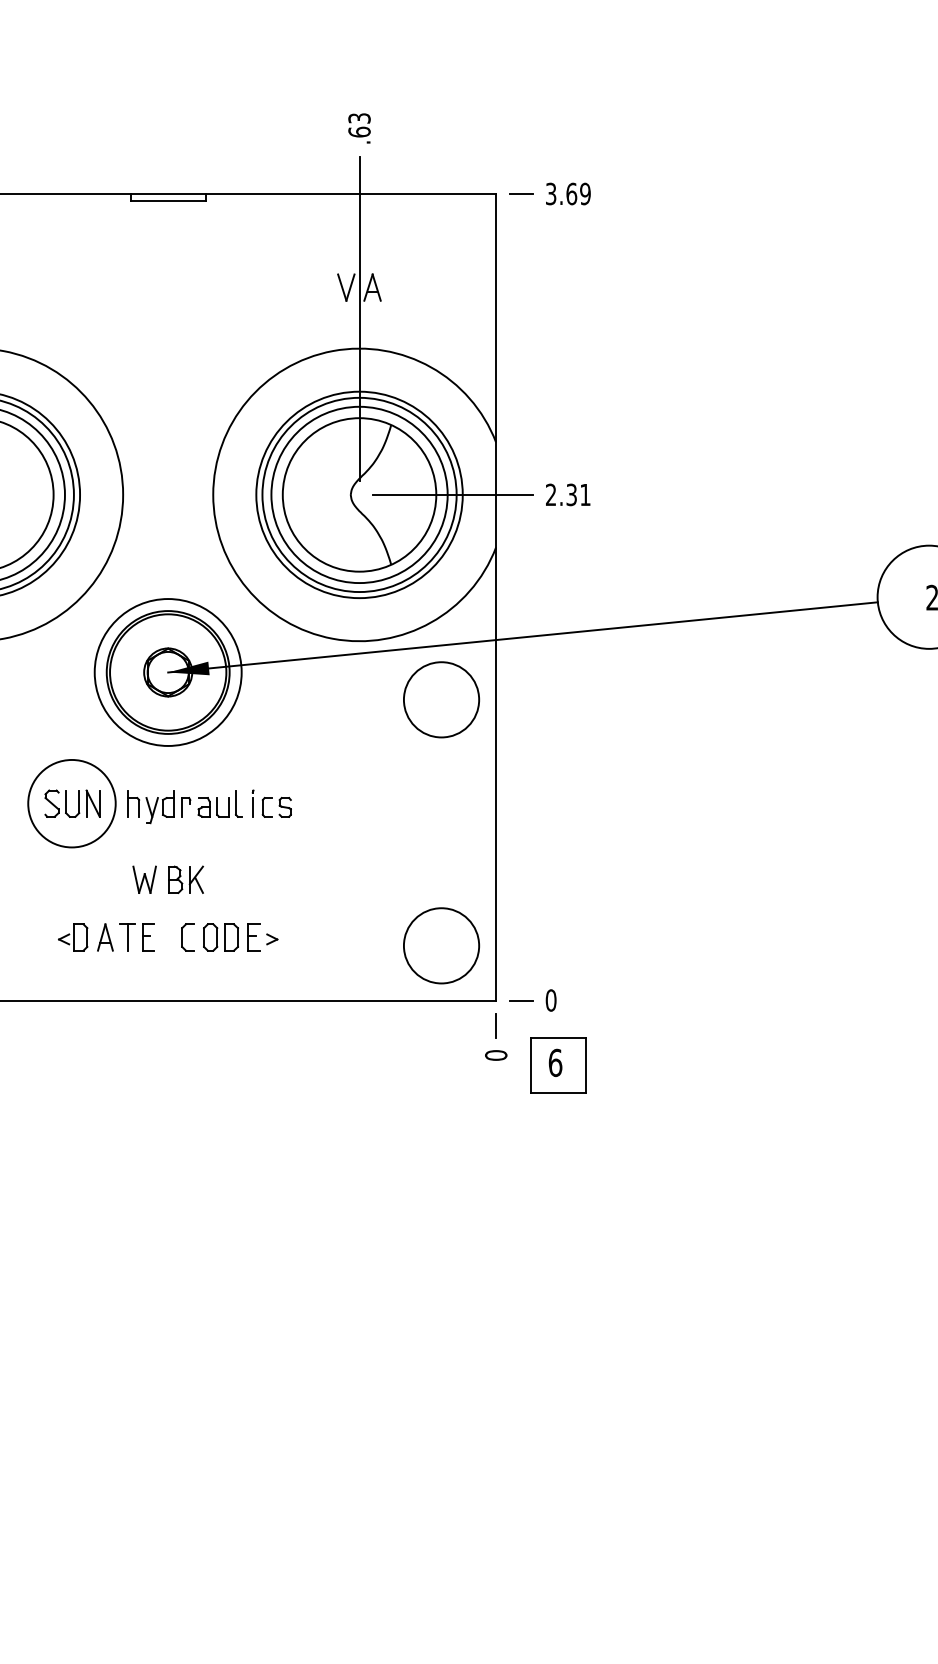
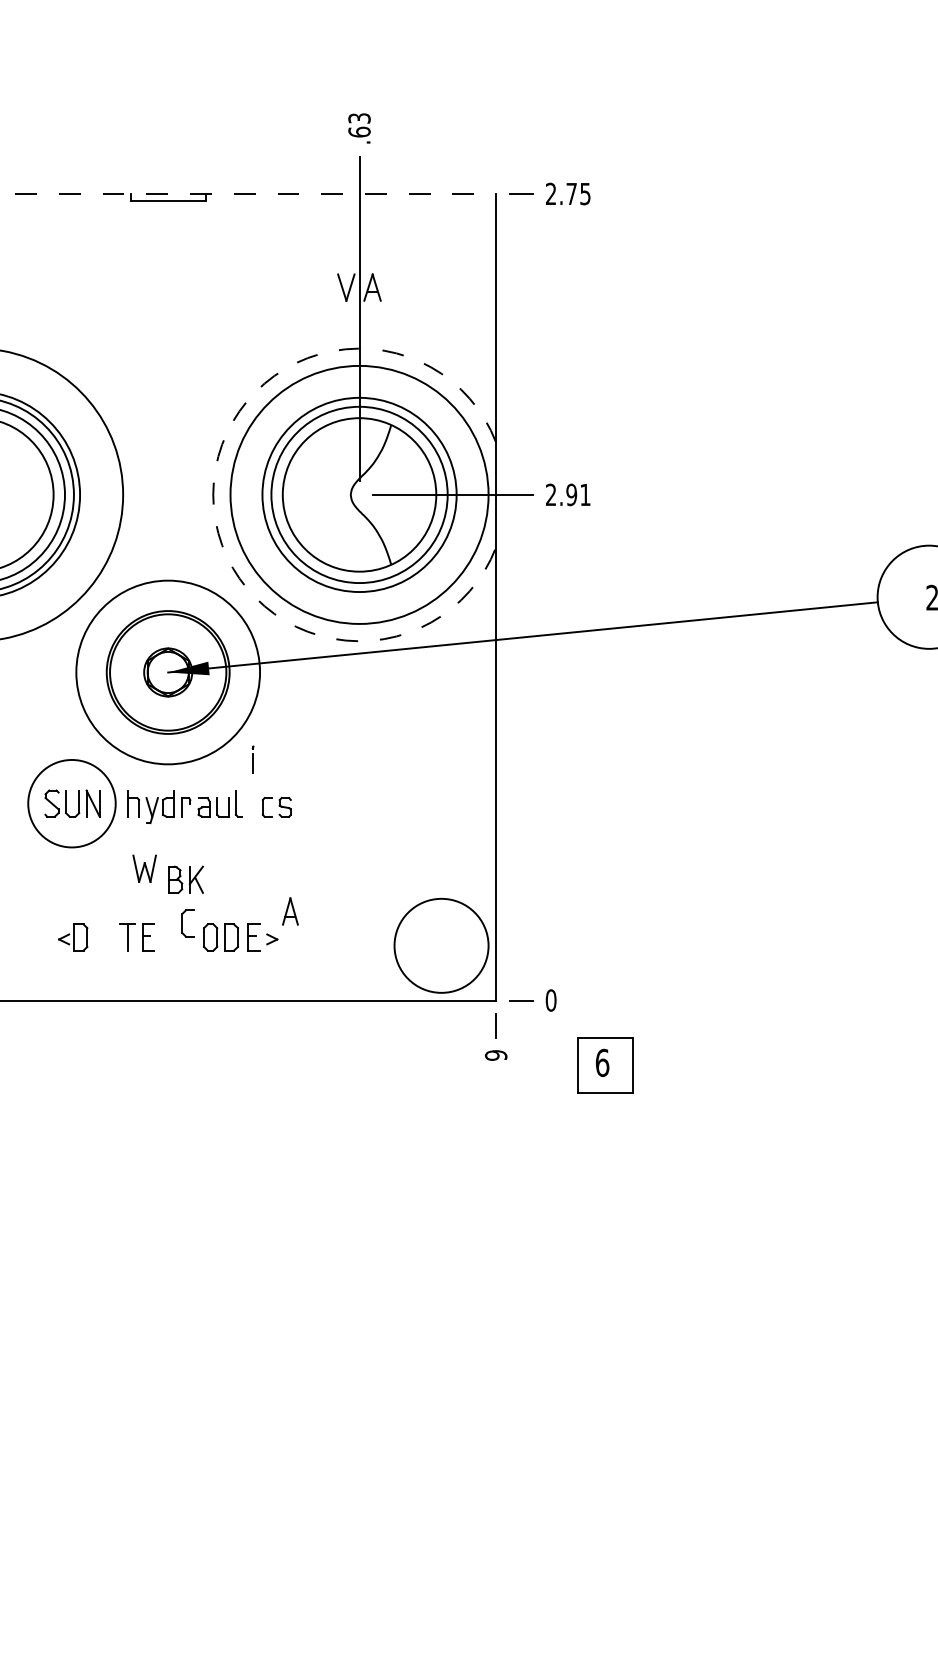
text at (568, 193): 3.69 -> 2.75
line at (248, 194): solid -> dashed
arc at (213, 494): solid -> dashed
circle at (359, 494) diameter: 206 px -> 258 px
text at (571, 494): 2.31 -> 2.91
circle at (167, 672) diameter: 147 px -> 184 px
circle at (441, 699): present -> none
part at (252, 803) position: (252, 803) -> (252, 759)
part at (144, 879) position: (144, 879) -> (144, 868)
part at (105, 937) position: (105, 937) -> (290, 911)
part at (187, 937) position: (187, 937) -> (187, 923)
circle at (441, 945) diameter: 75 px -> 94 px
text at (496, 1055): 0 -> 9
part at (558, 1065) position: (558, 1065) -> (605, 1065)
